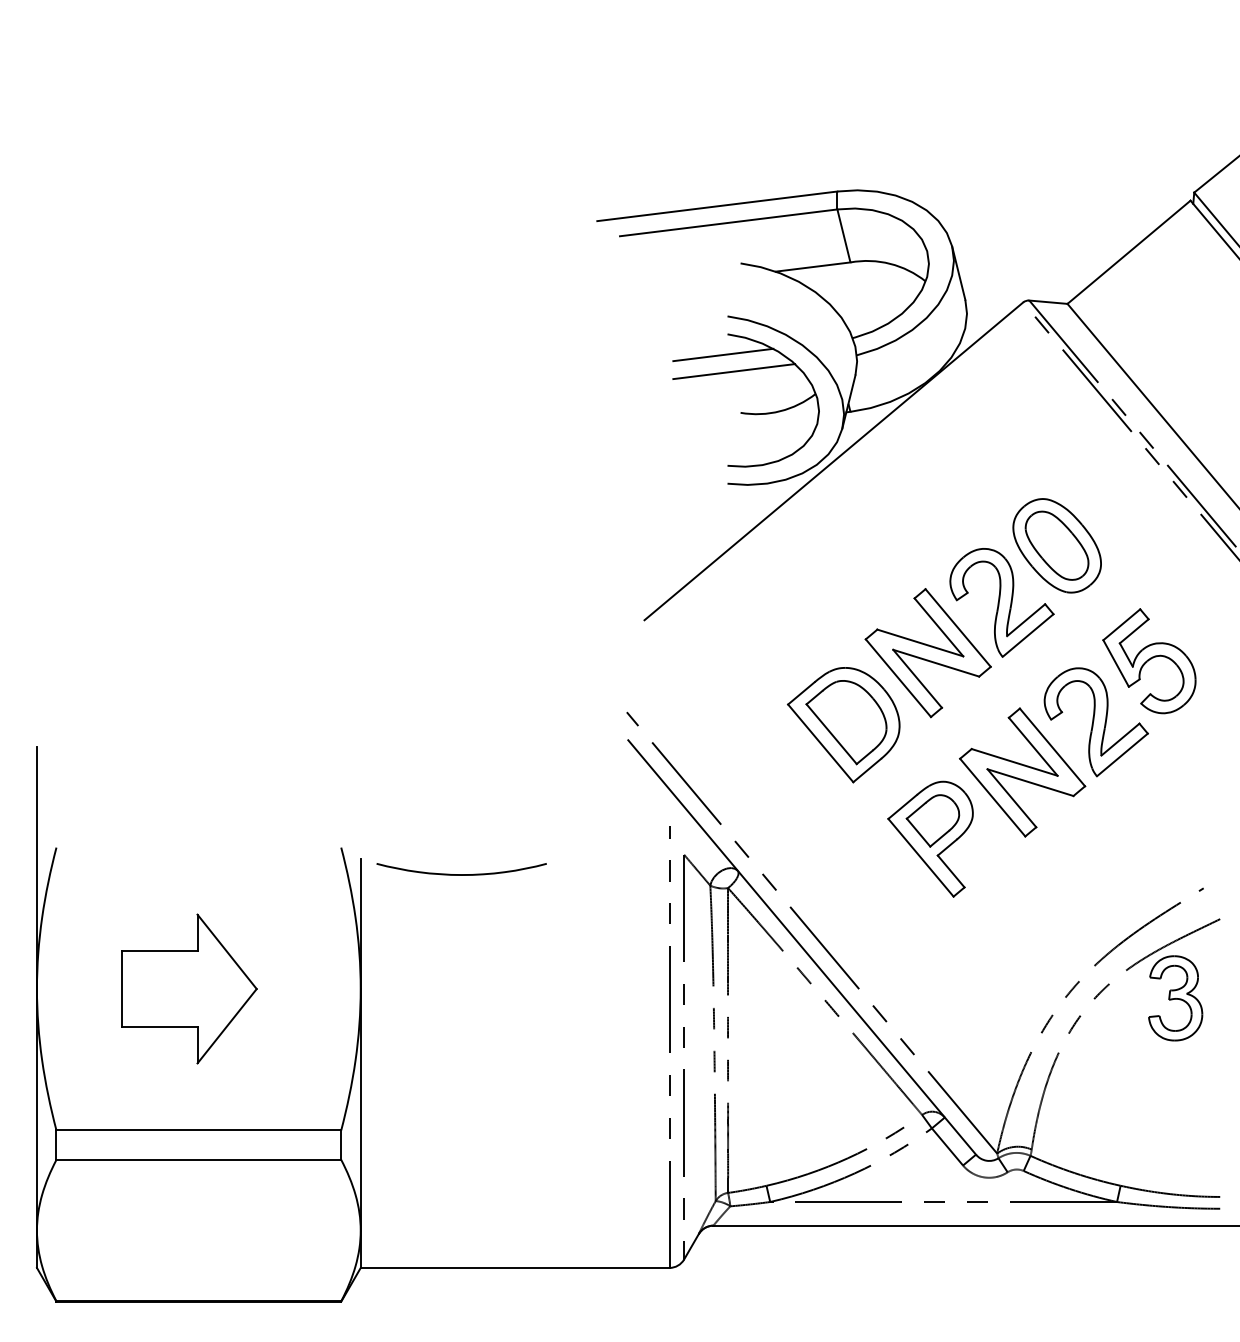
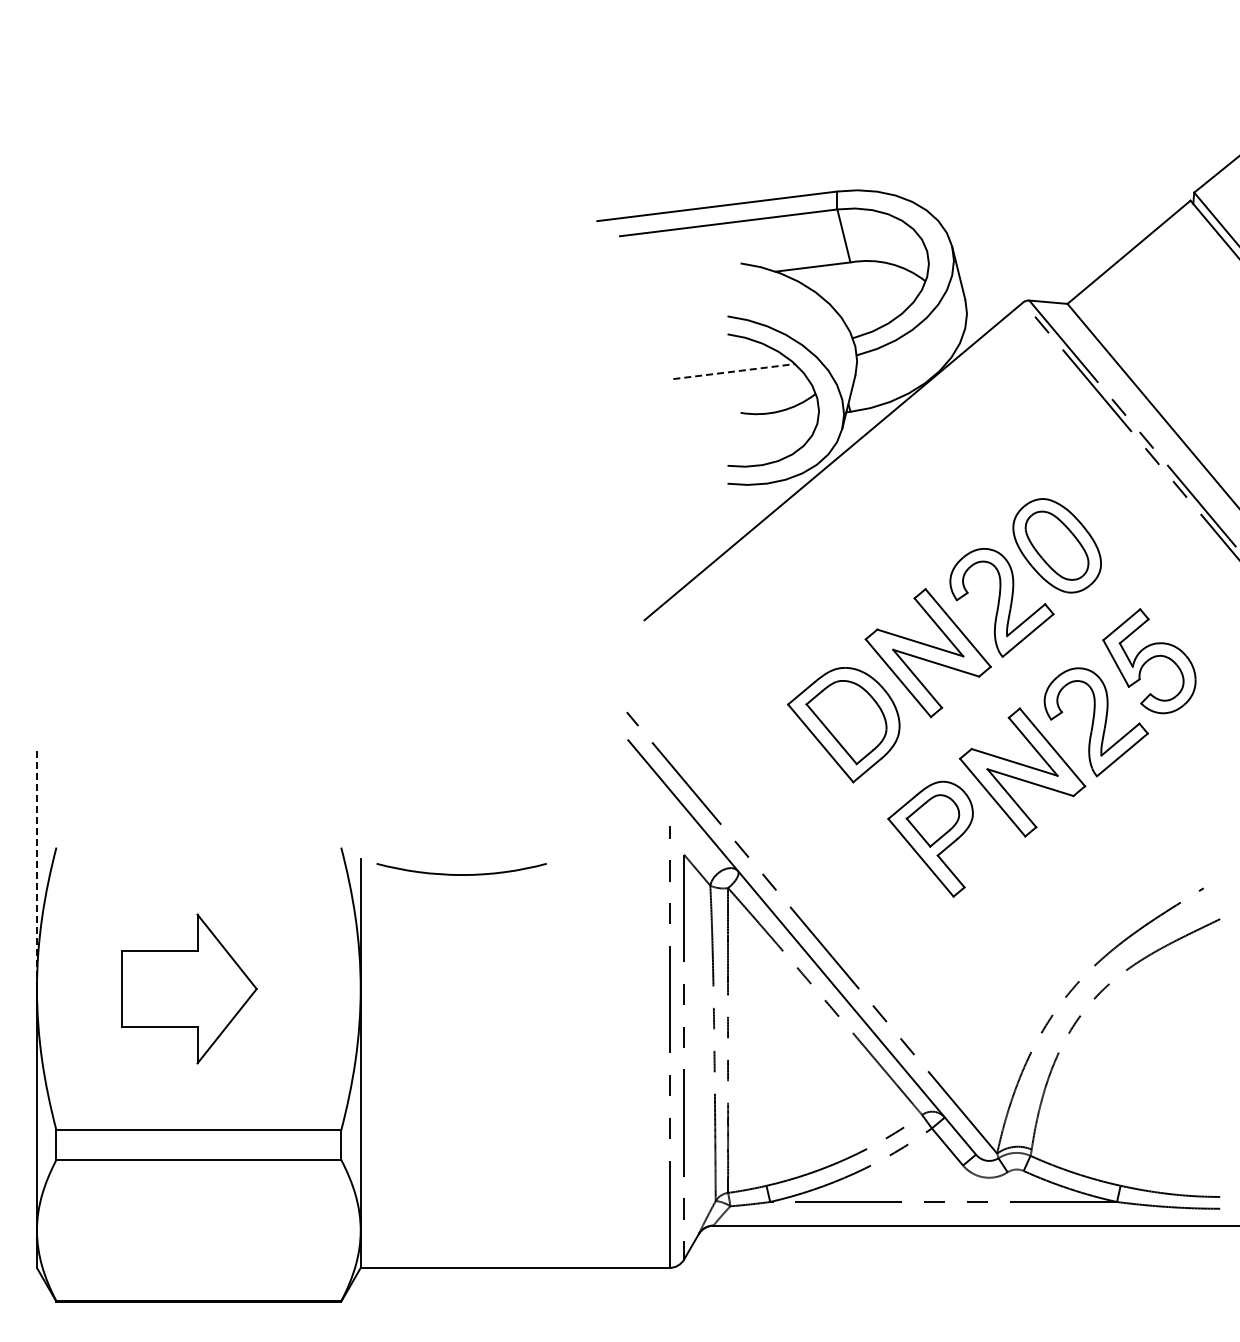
line at (723, 354): present -> none
line at (734, 371): solid -> dashed
line at (36, 868): solid -> dashed
part at (1175, 998): present -> none
